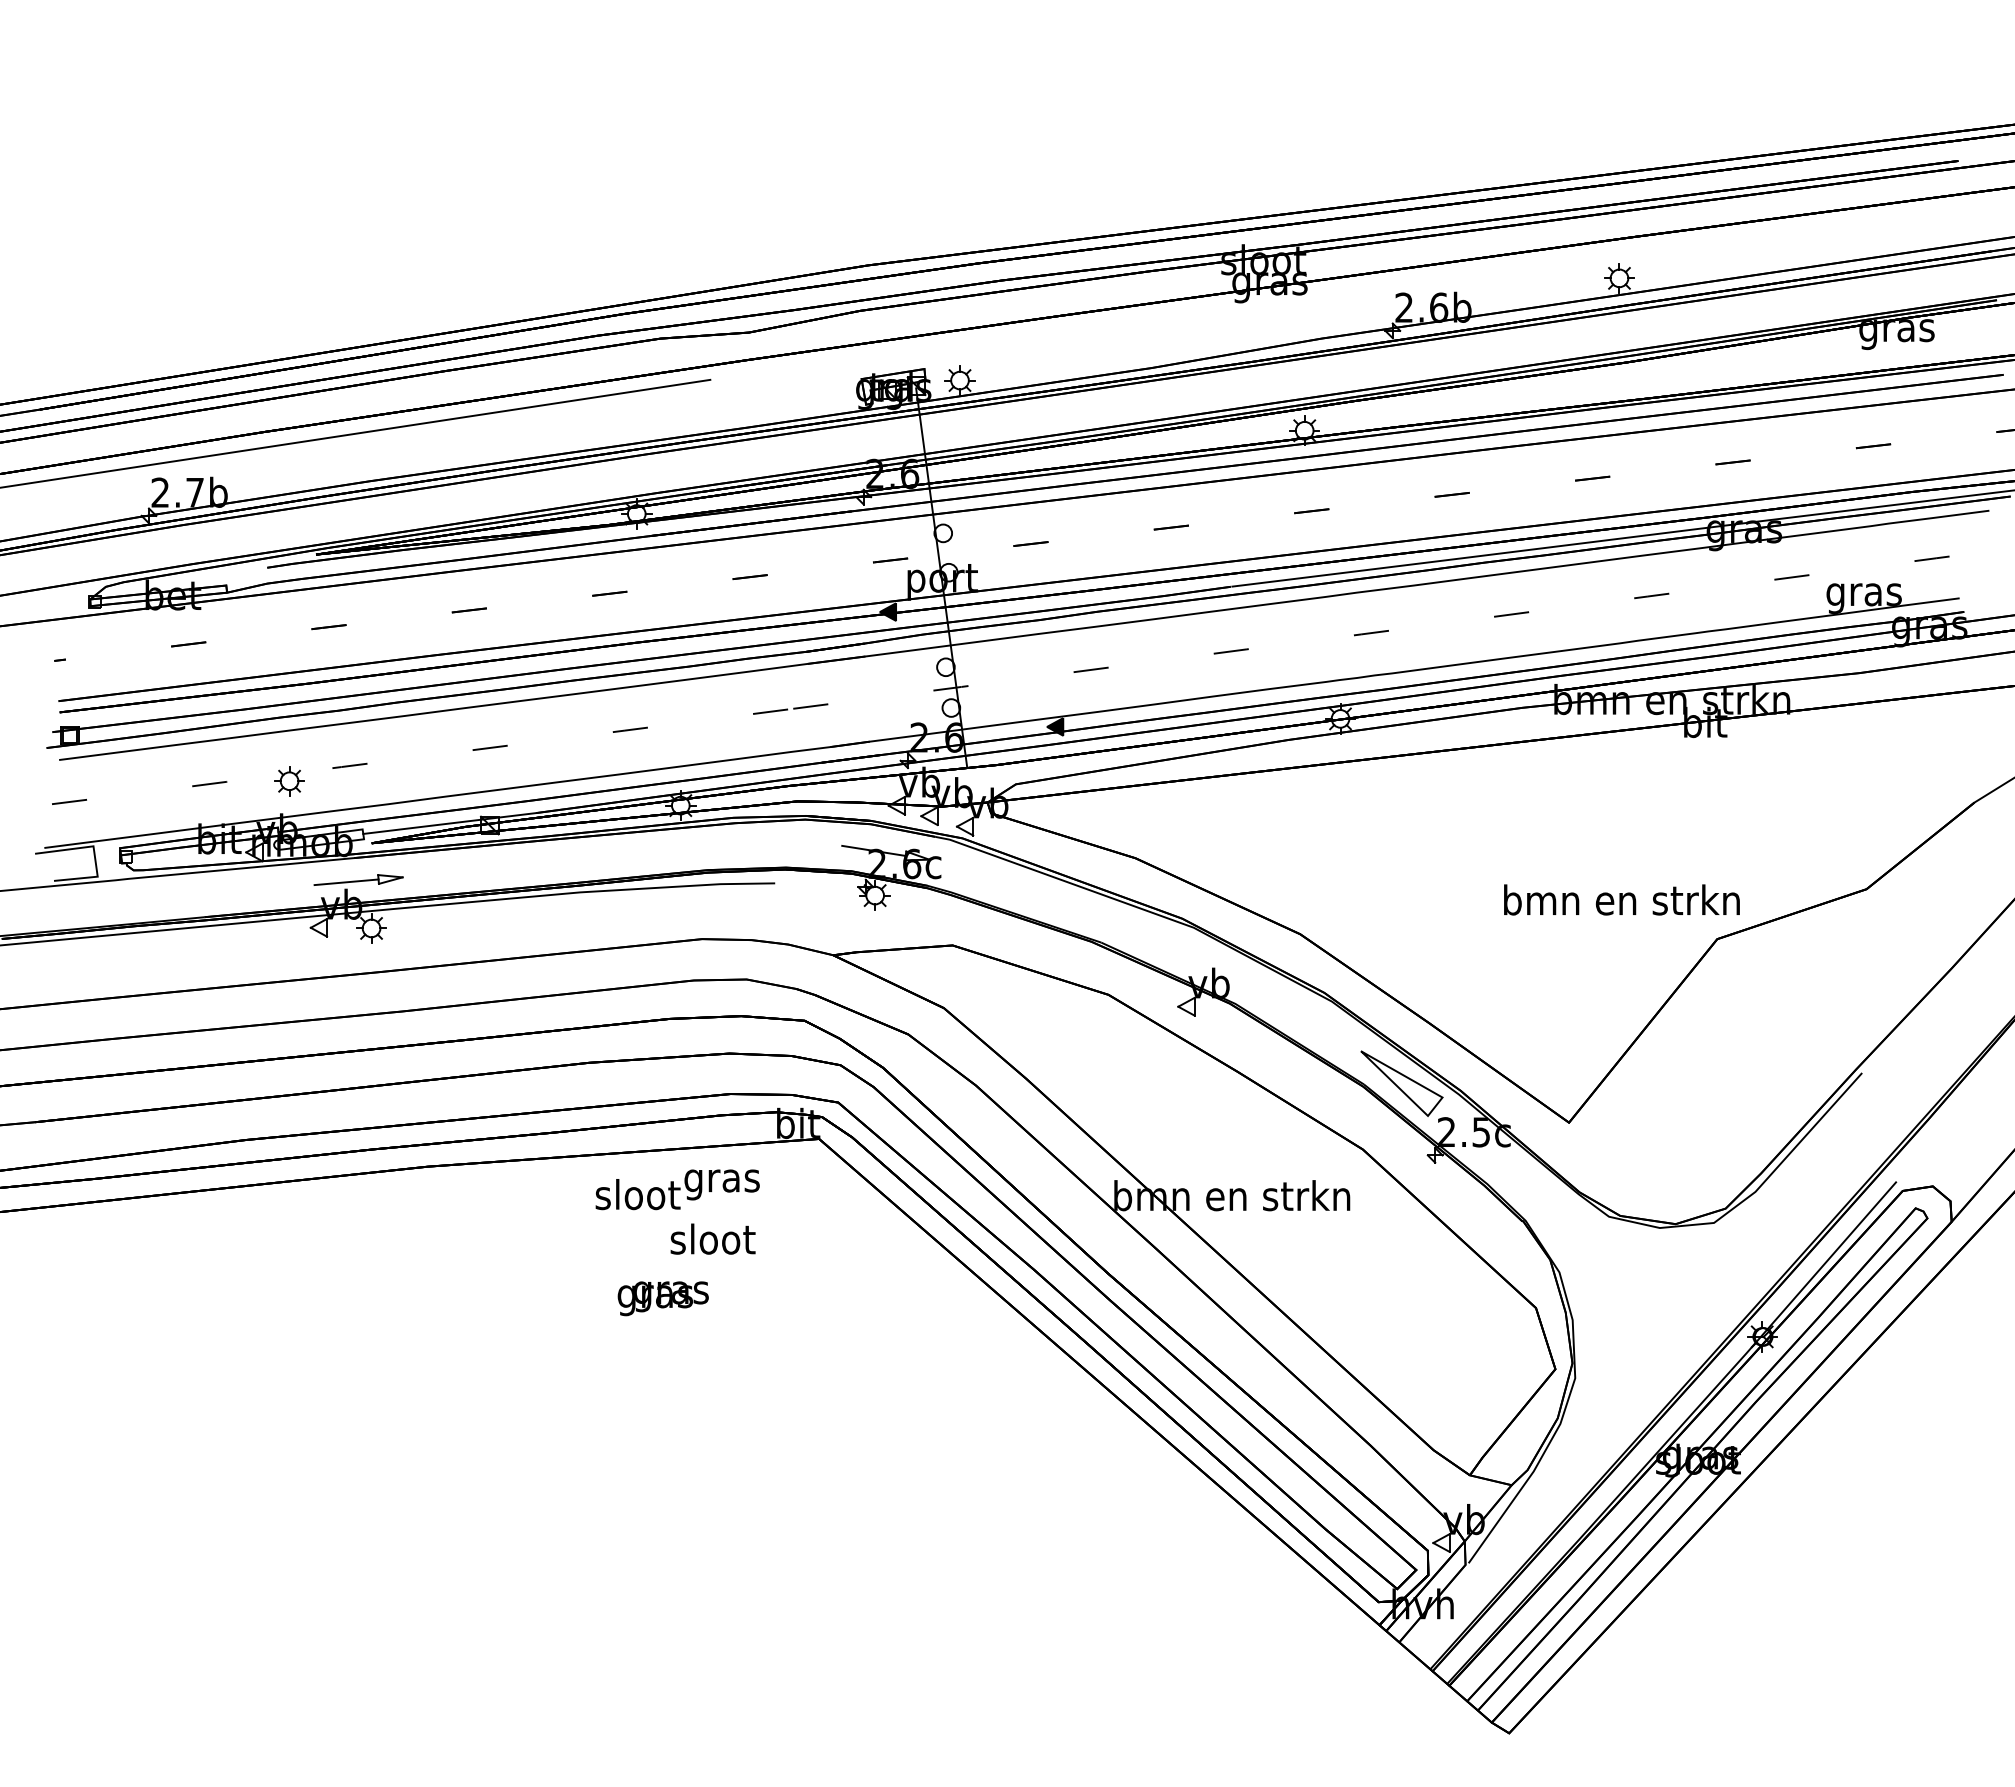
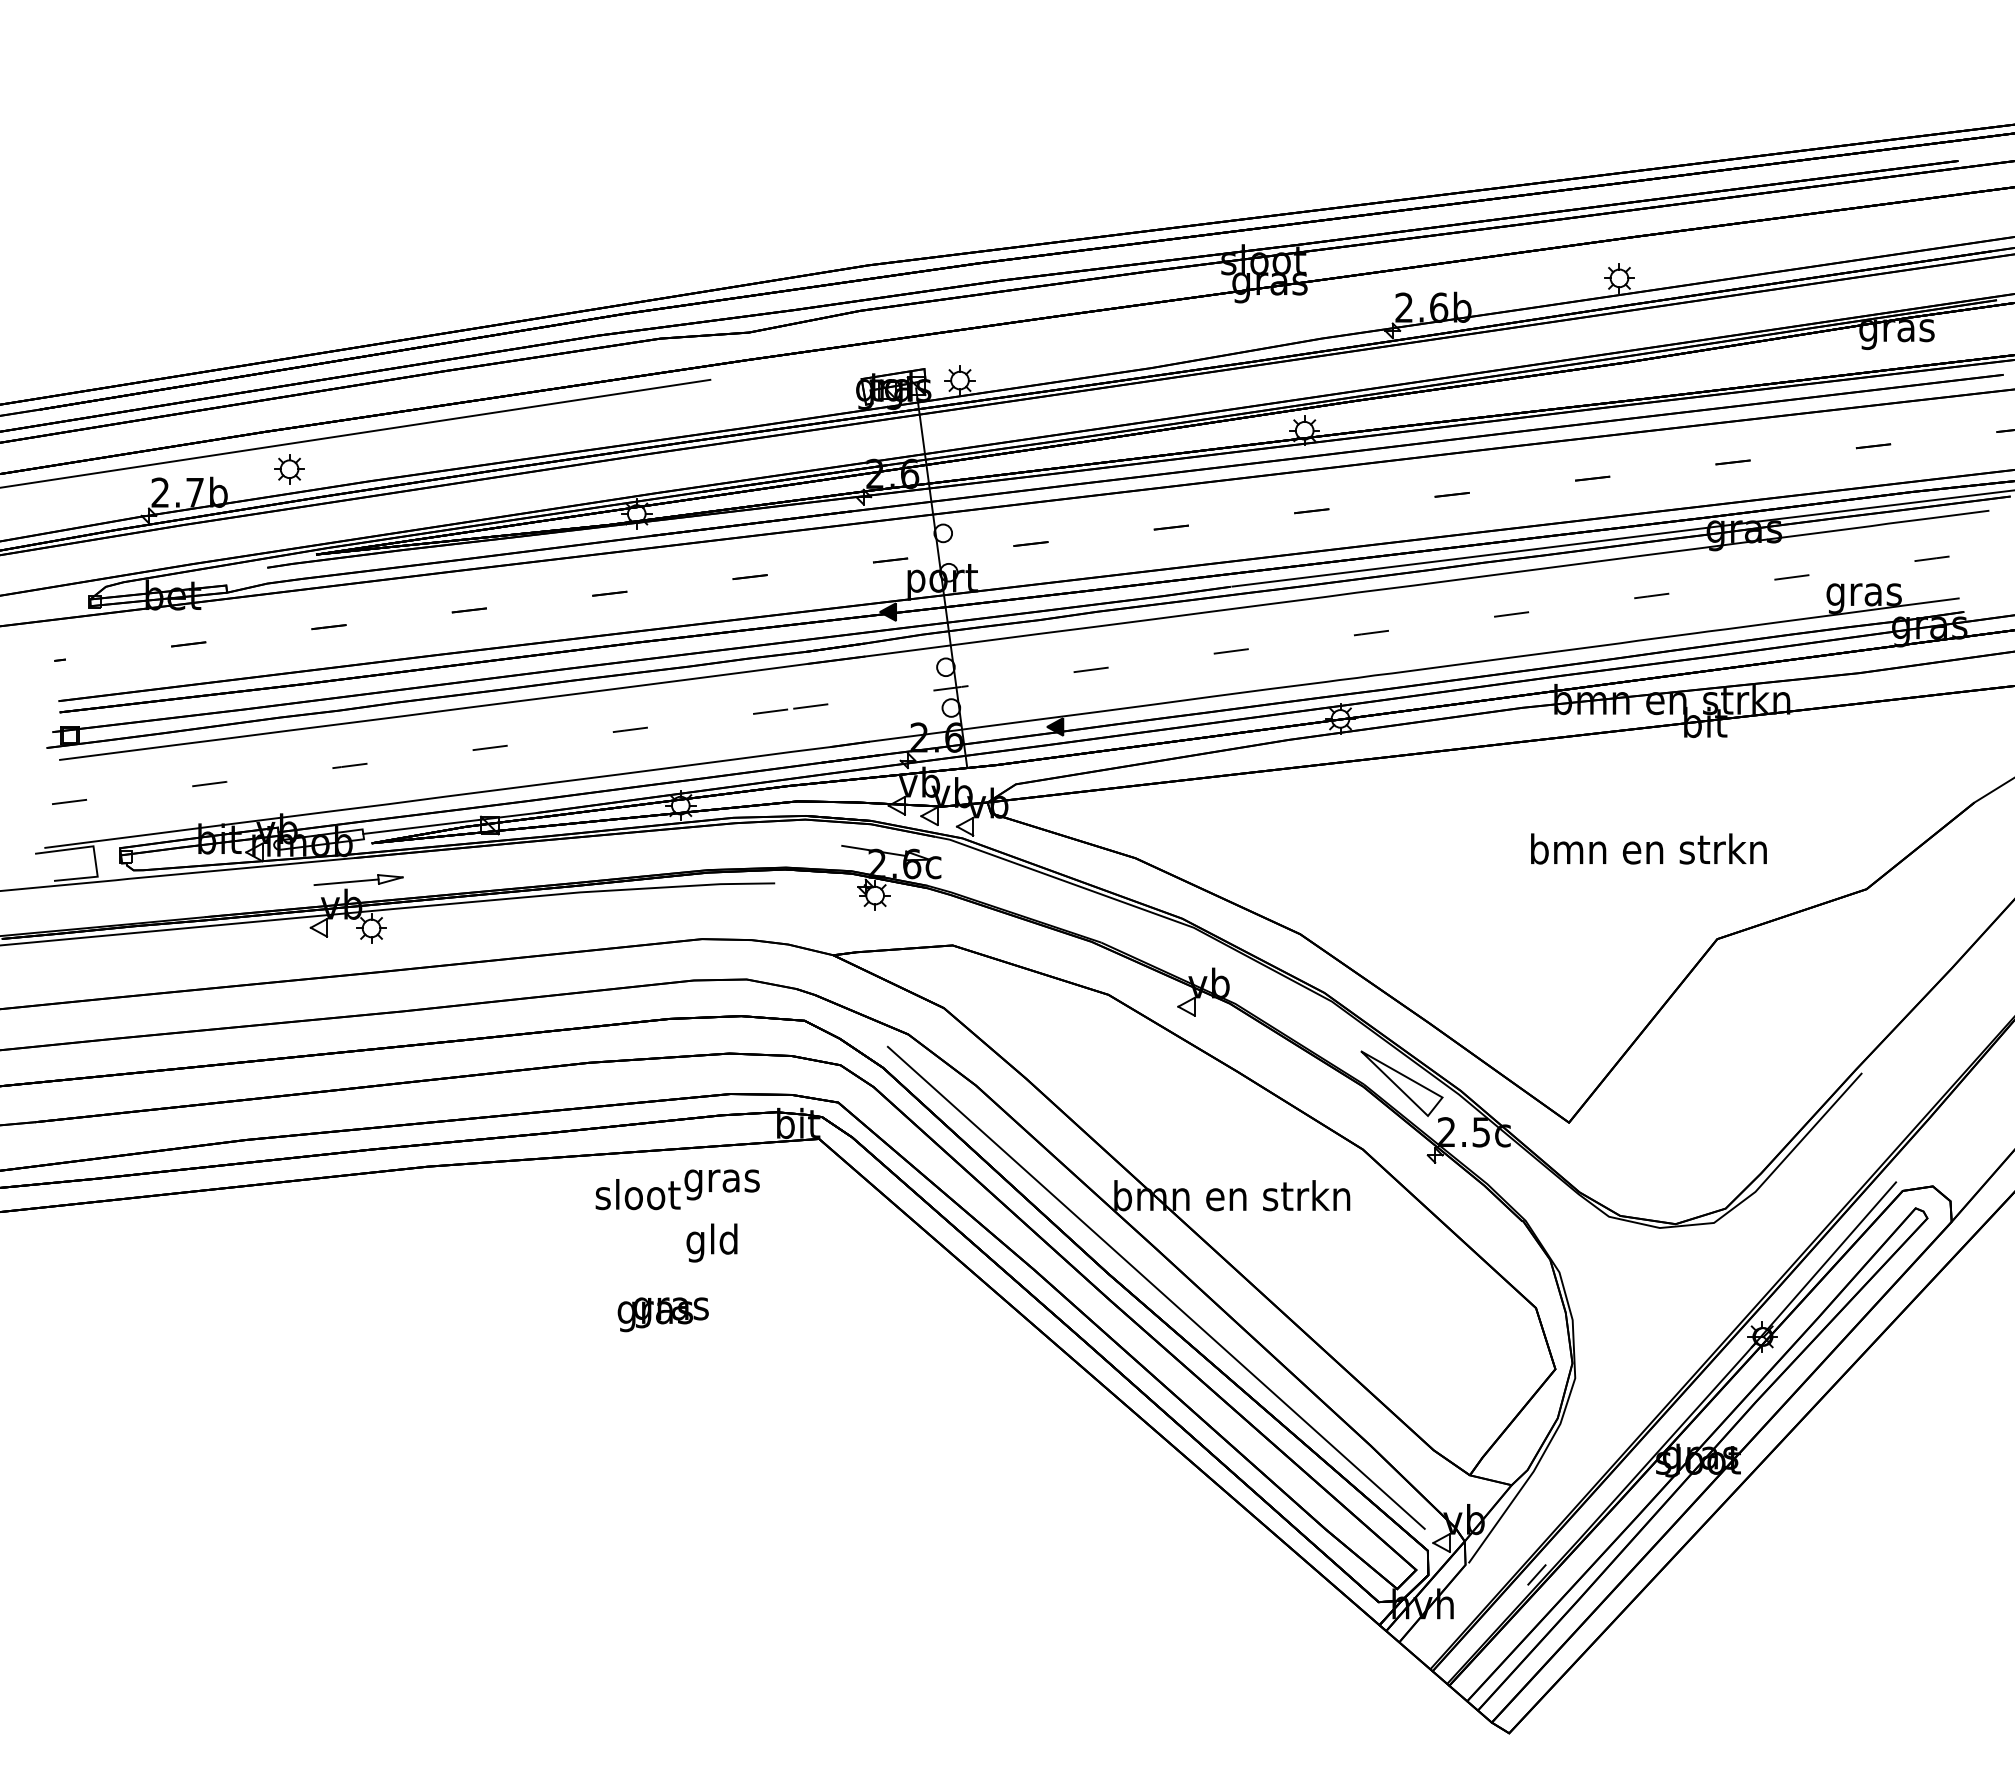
part at (289, 781) position: (289, 781) -> (289, 469)
text at (1621, 899) position: (1621, 899) -> (1648, 848)
text at (712, 1242): sloot -> gld
line at (1155, 1287): none -> present
text at (662, 1298) position: (662, 1298) -> (662, 1314)
line at (1536, 1574): none -> present
